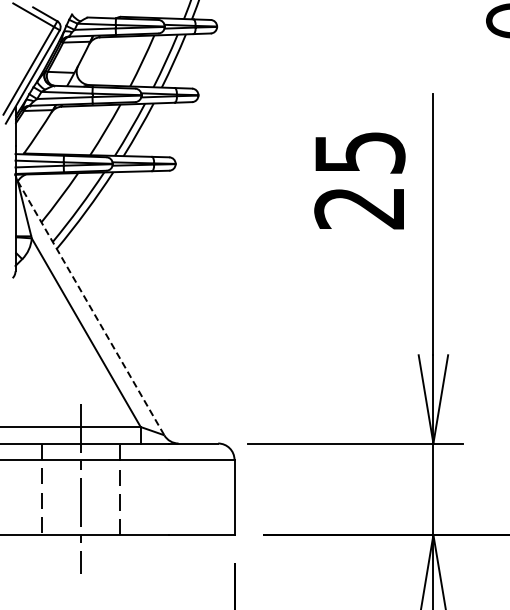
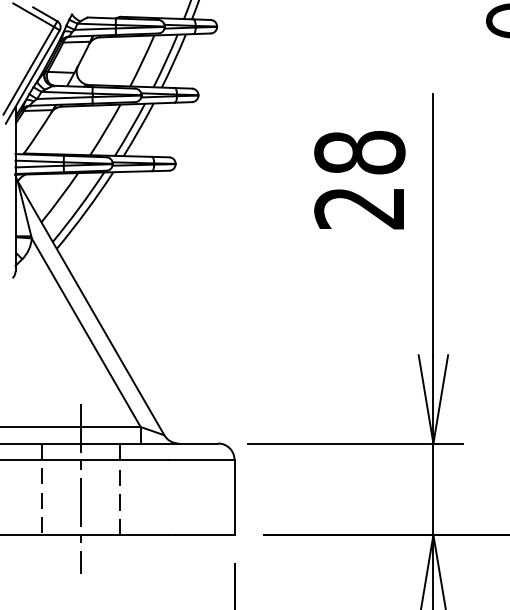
text at (359, 152): 25 -> 28
line at (91, 308): dashed -> solid
